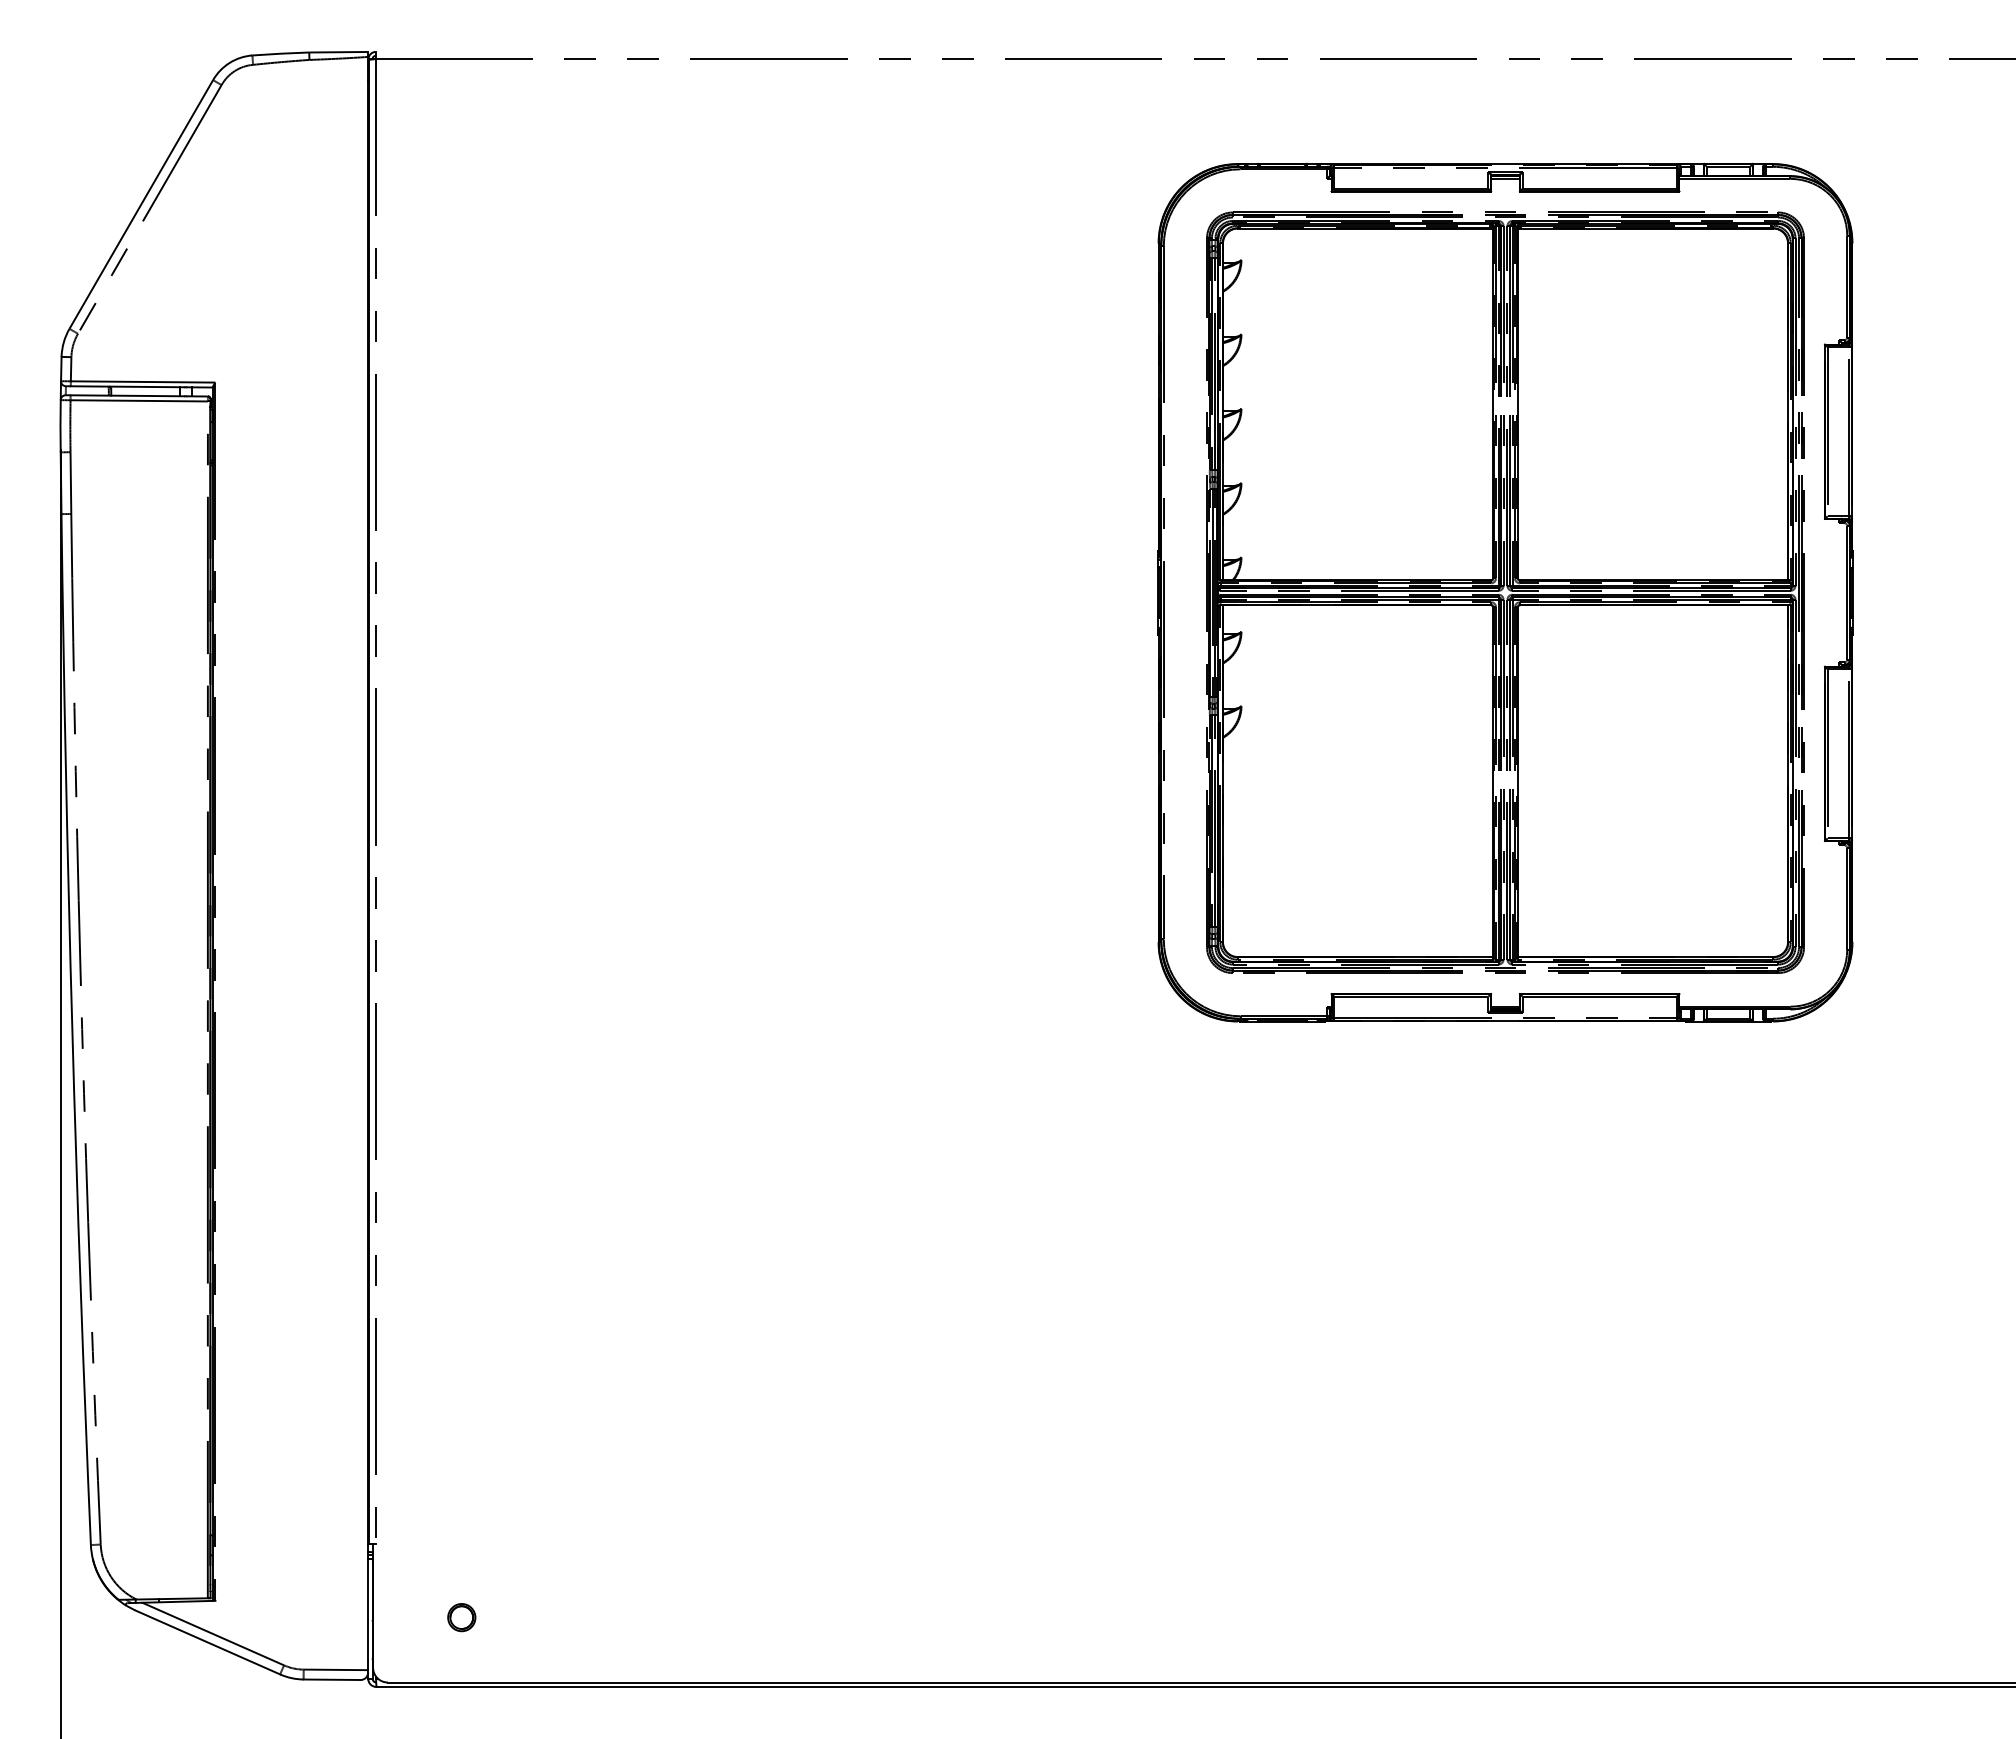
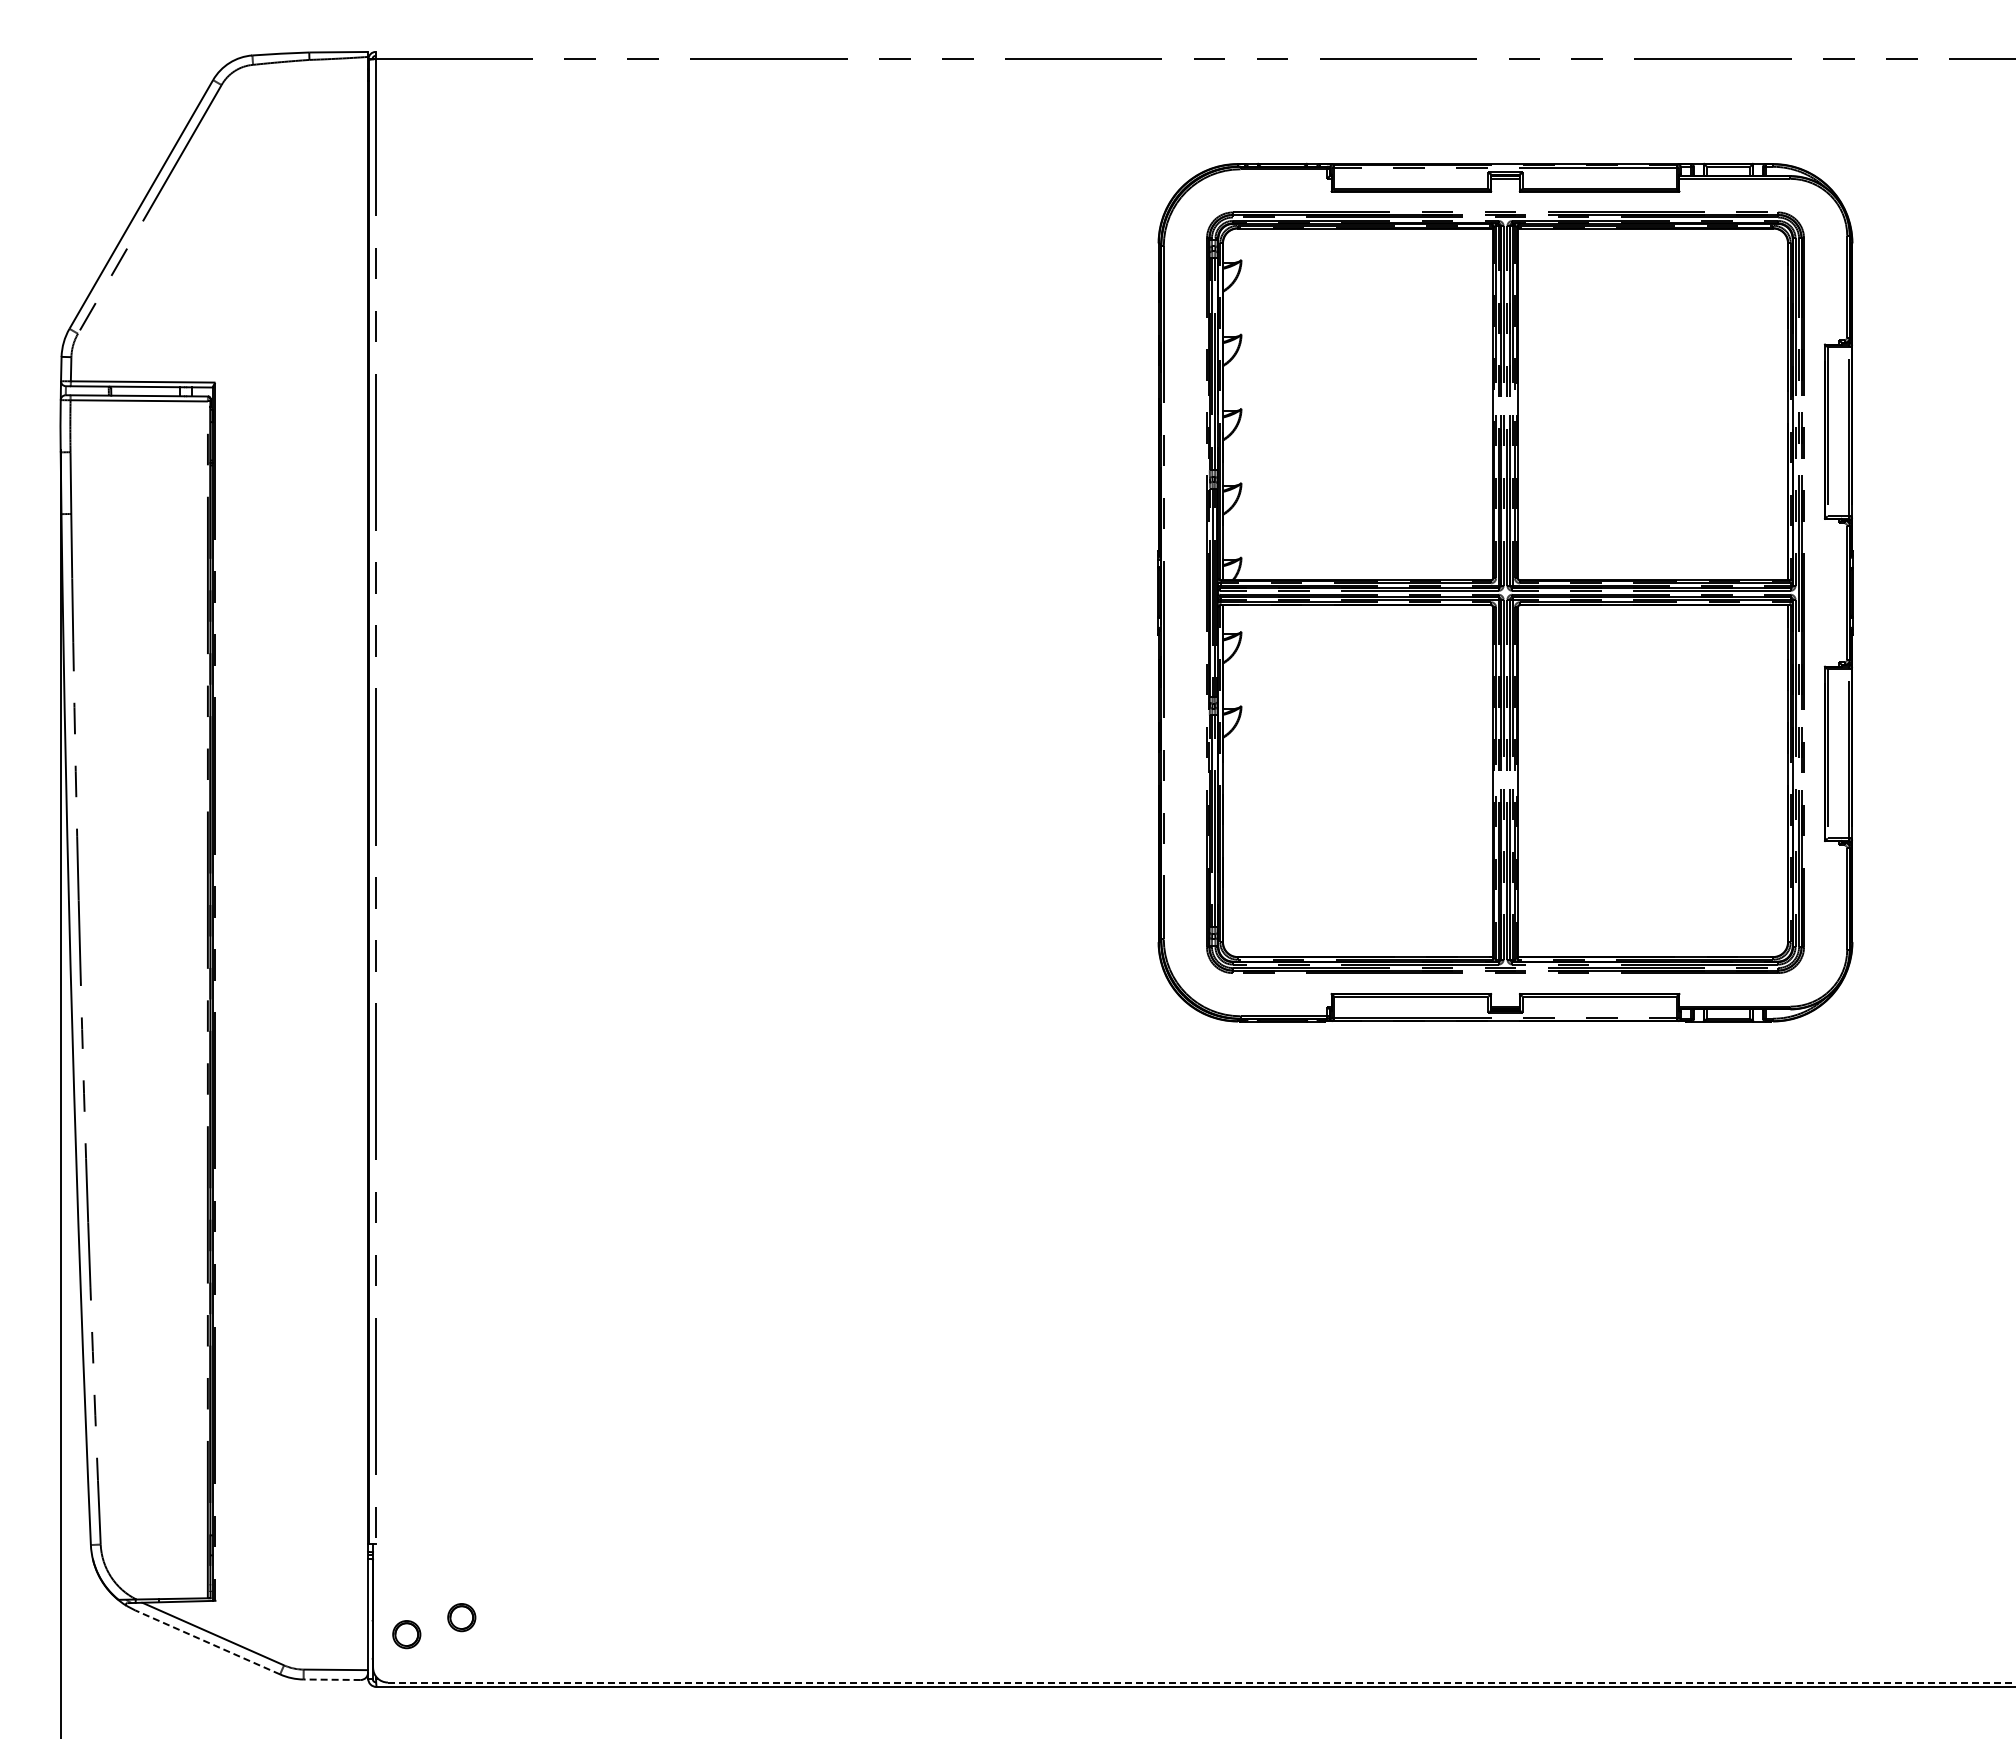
part at (406, 1634): none -> present
line at (207, 1642): solid -> dashed
line at (331, 1679): solid -> dashed
line at (1201, 1682): solid -> dashed
